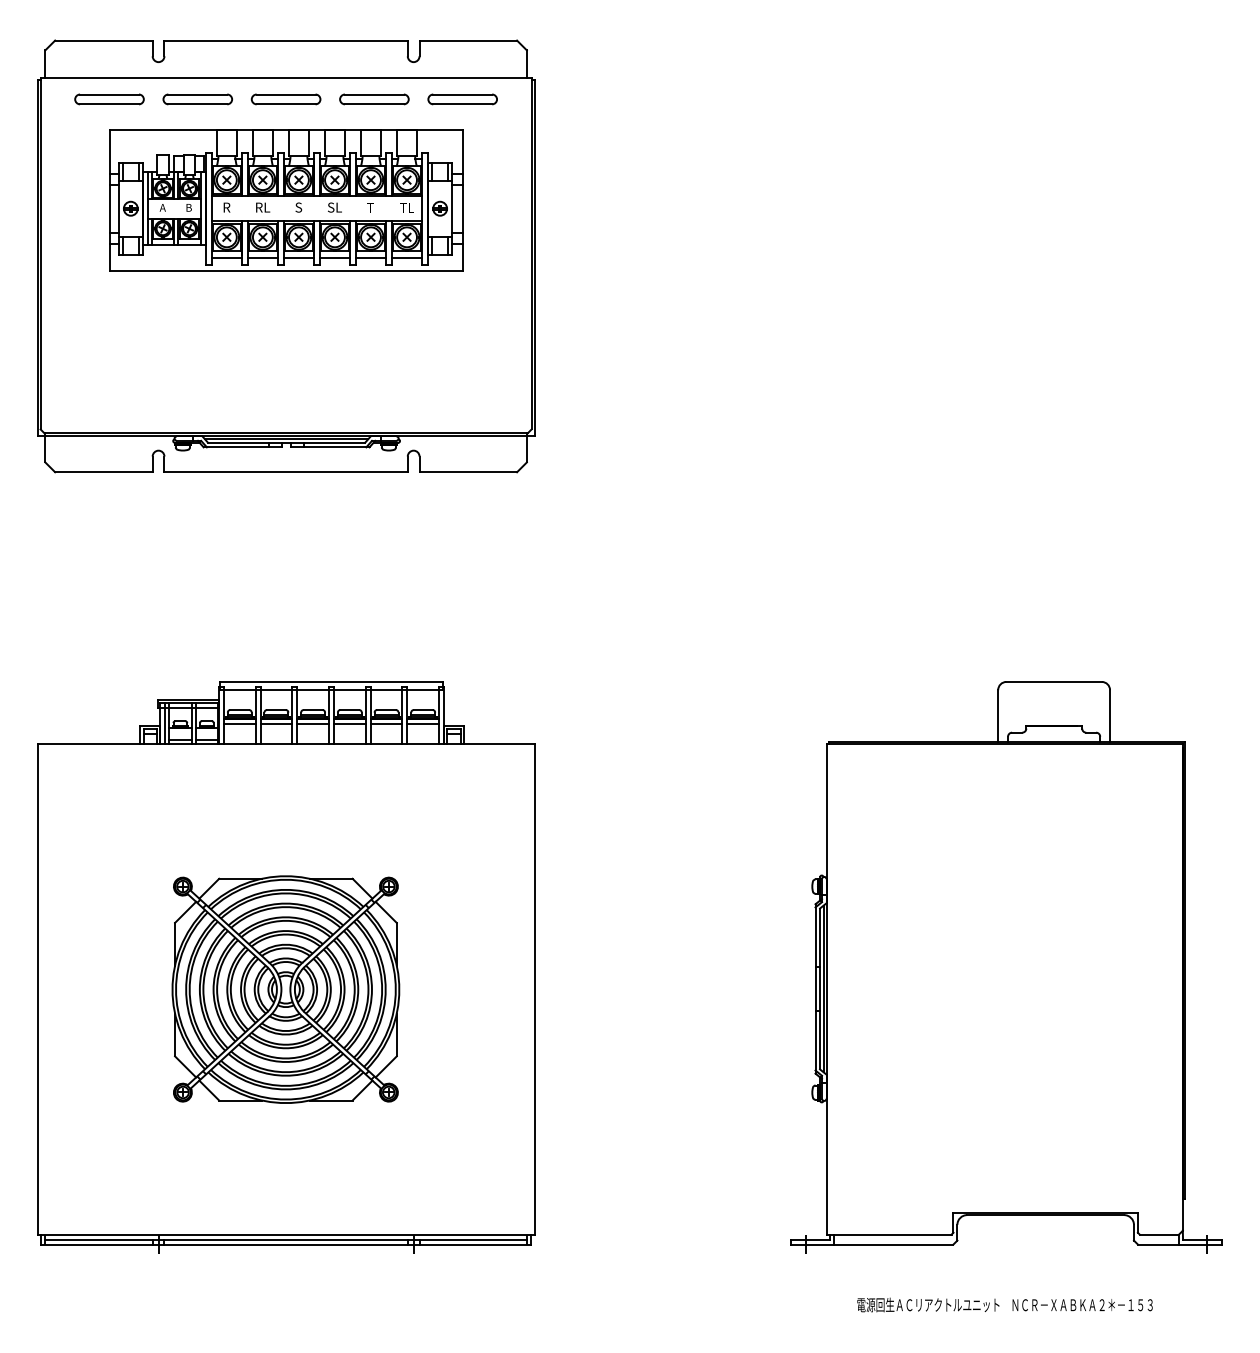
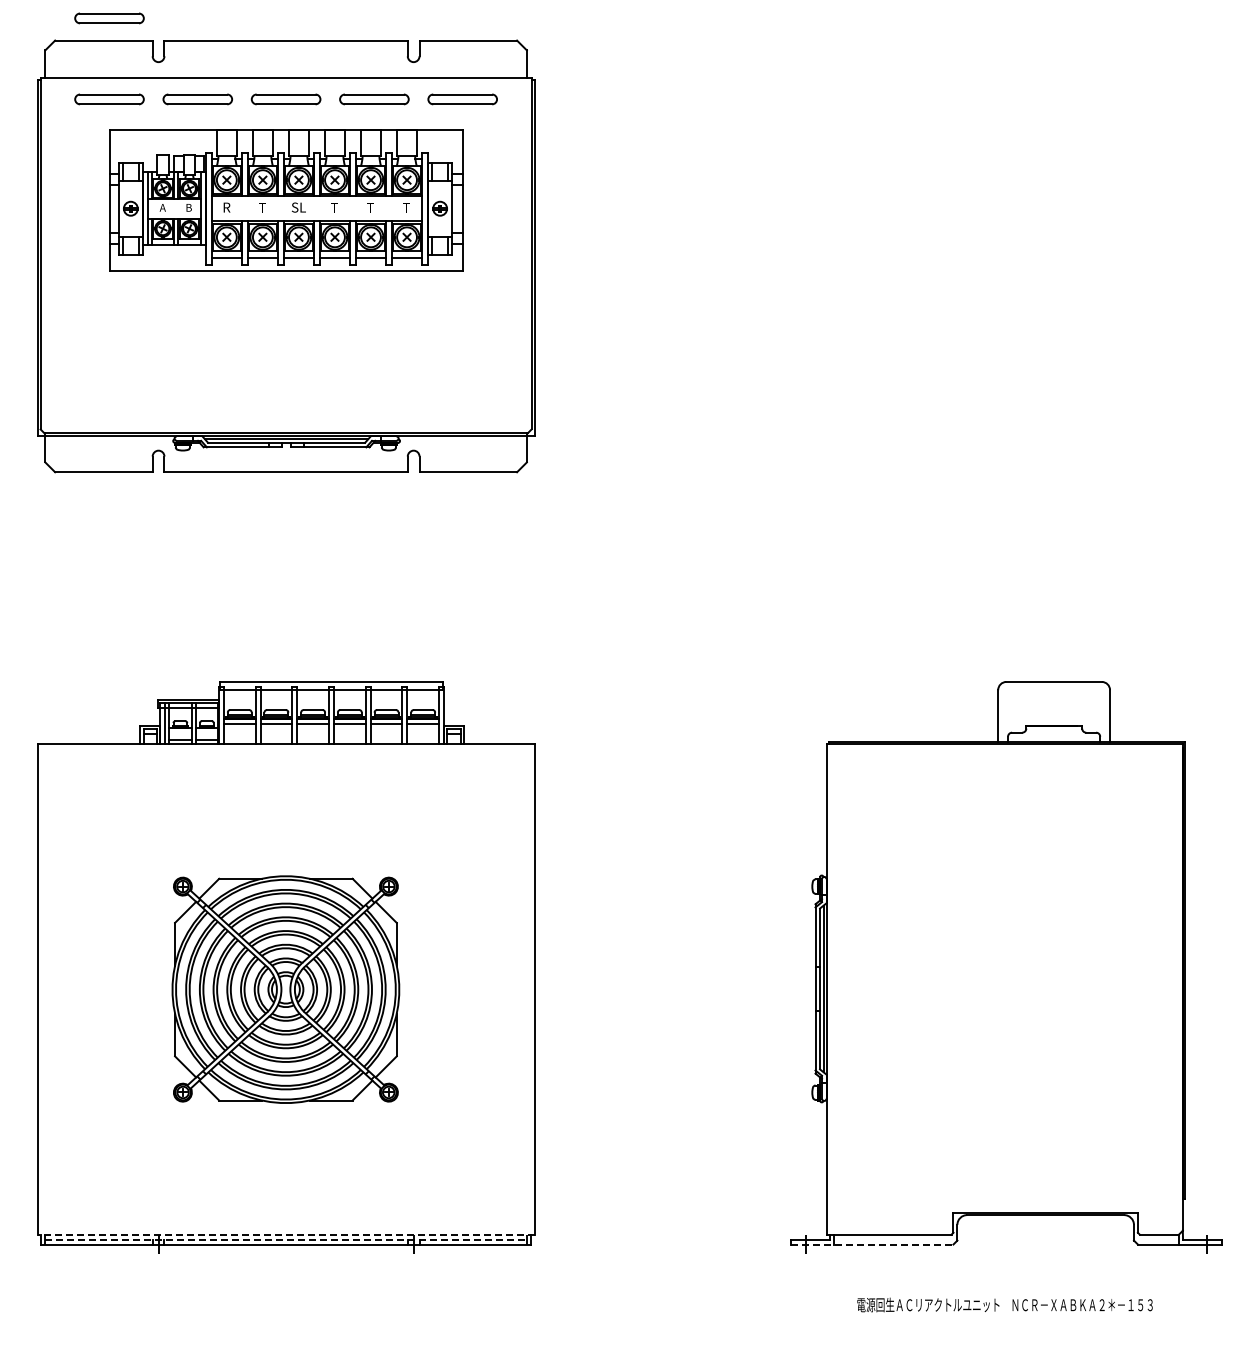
part at (109, 18): none -> present
text at (263, 207): RL -> T
text at (298, 207): S -> SL
text at (334, 207): SL -> T
text at (406, 207): TL -> T
line at (285, 1234): solid -> dashed
line at (286, 1240): solid -> dashed
line at (872, 1244): solid -> dashed
